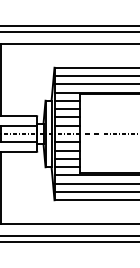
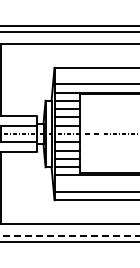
line at (95, 76): present -> none
line at (95, 183): present -> none
line at (70, 235): solid -> dashed
